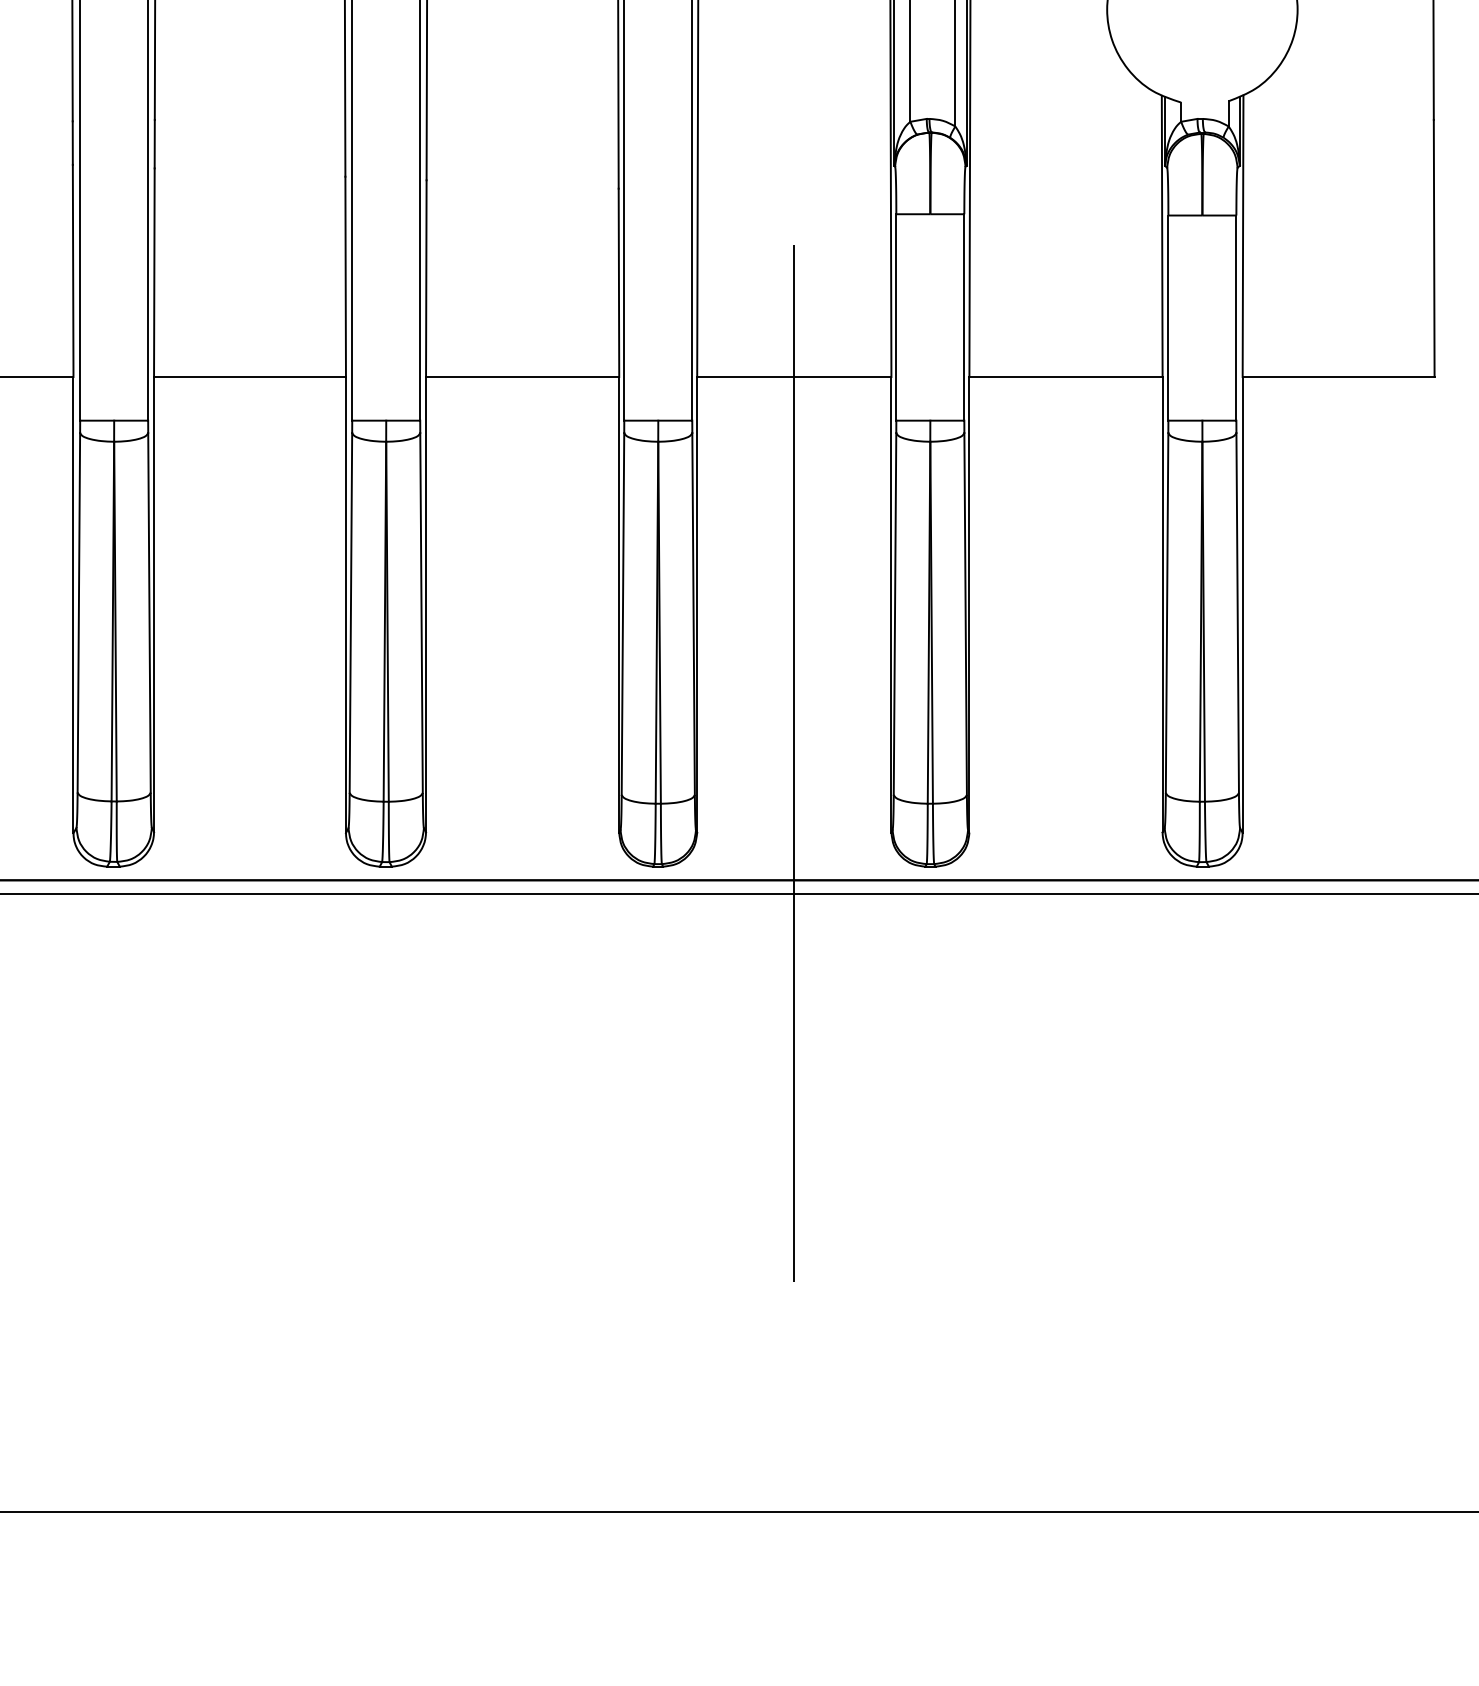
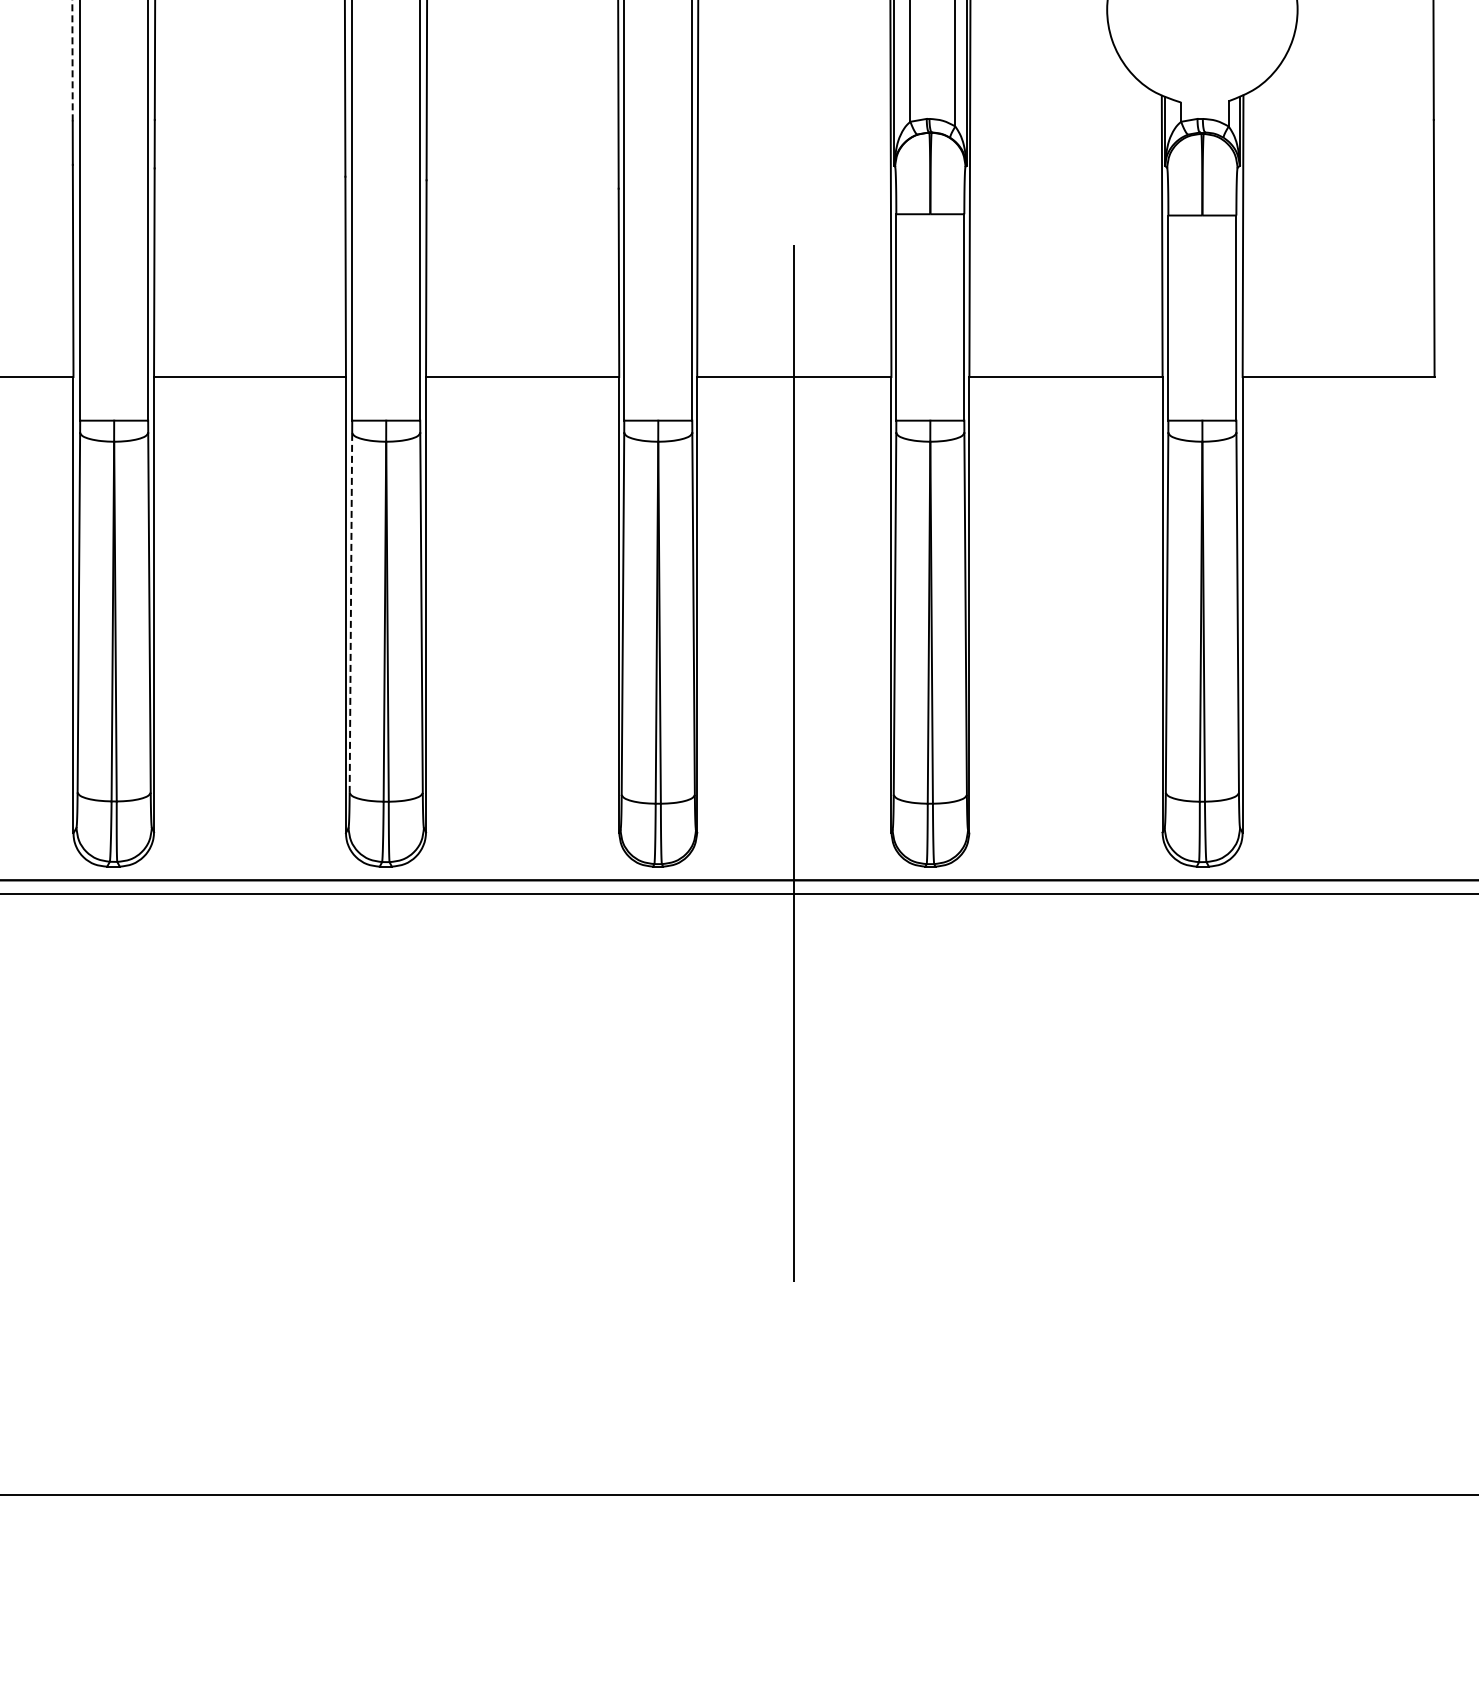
line at (72, 60): solid -> dashed
line at (350, 612): solid -> dashed
line at (738, 1512) position: (738, 1512) -> (738, 1495)
